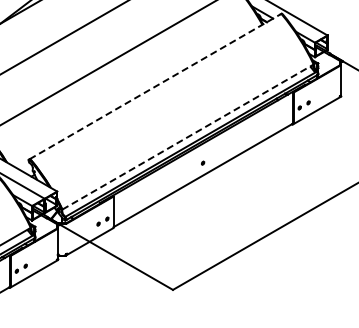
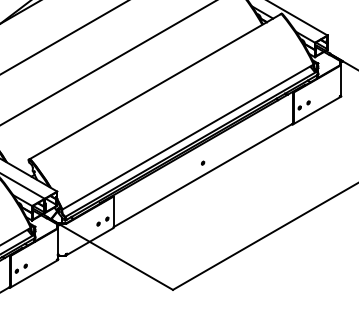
line at (155, 86): dashed -> solid
line at (188, 136): dashed -> solid
